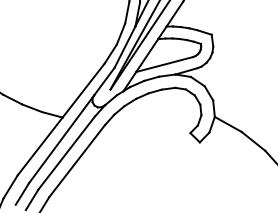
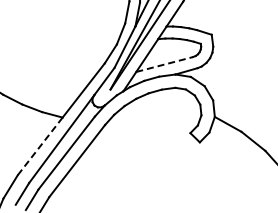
line at (165, 64): solid -> dashed
line at (40, 146): solid -> dashed
